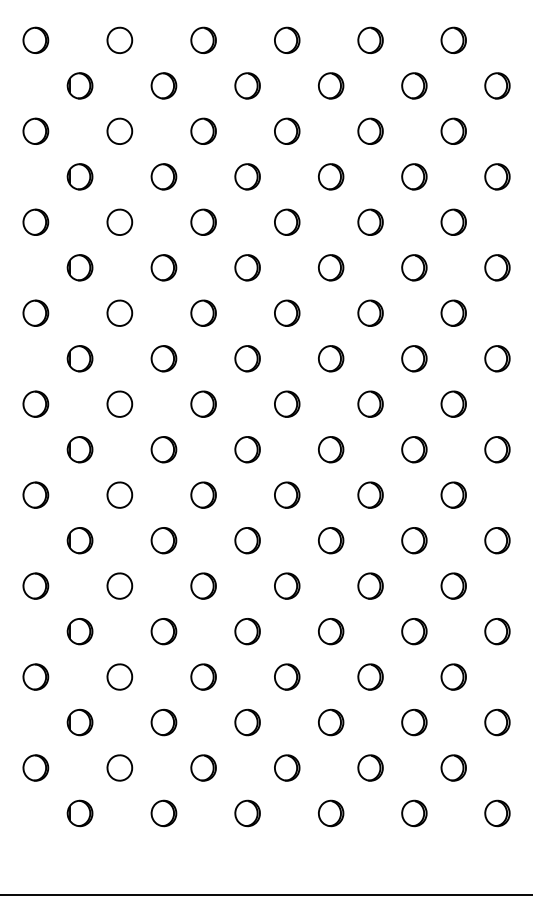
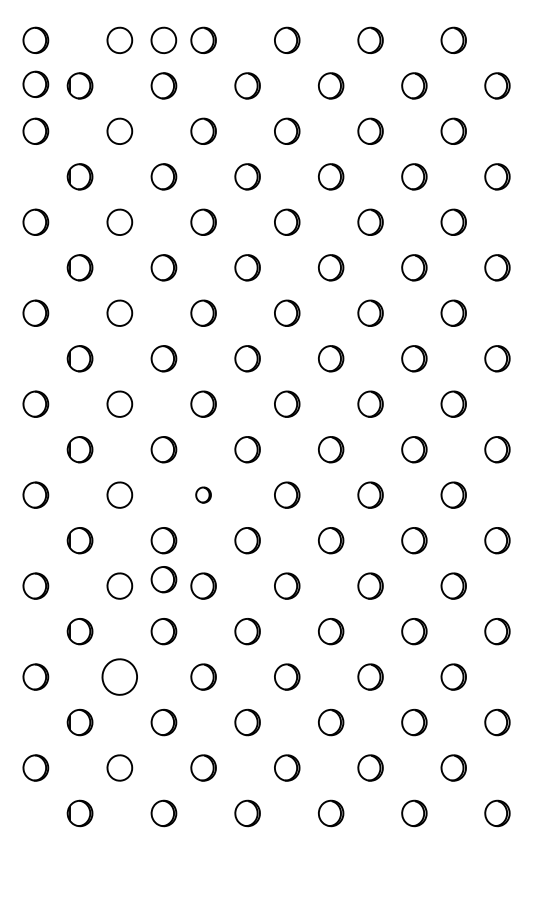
part at (163, 40): none -> present
part at (35, 84): none -> present
part at (203, 494) size: 27x28 px -> 17x18 px
part at (163, 579): none -> present
part at (119, 676) size: 28x28 px -> 37x38 px
line at (265, 895): present -> none
